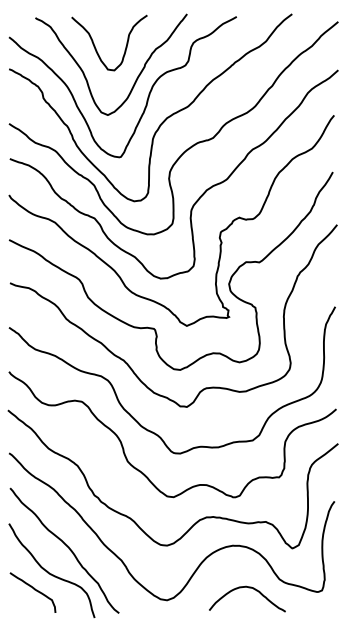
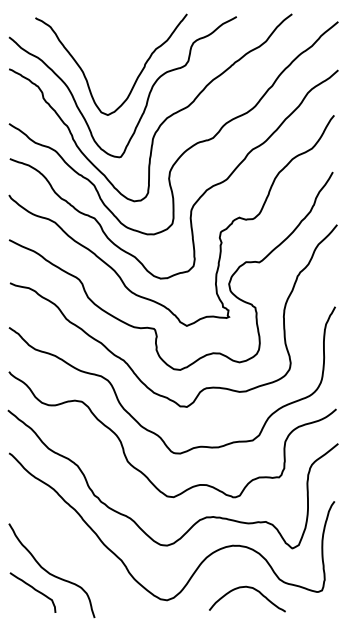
curve at (95, 45): present -> none
curve at (67, 547): present -> none
